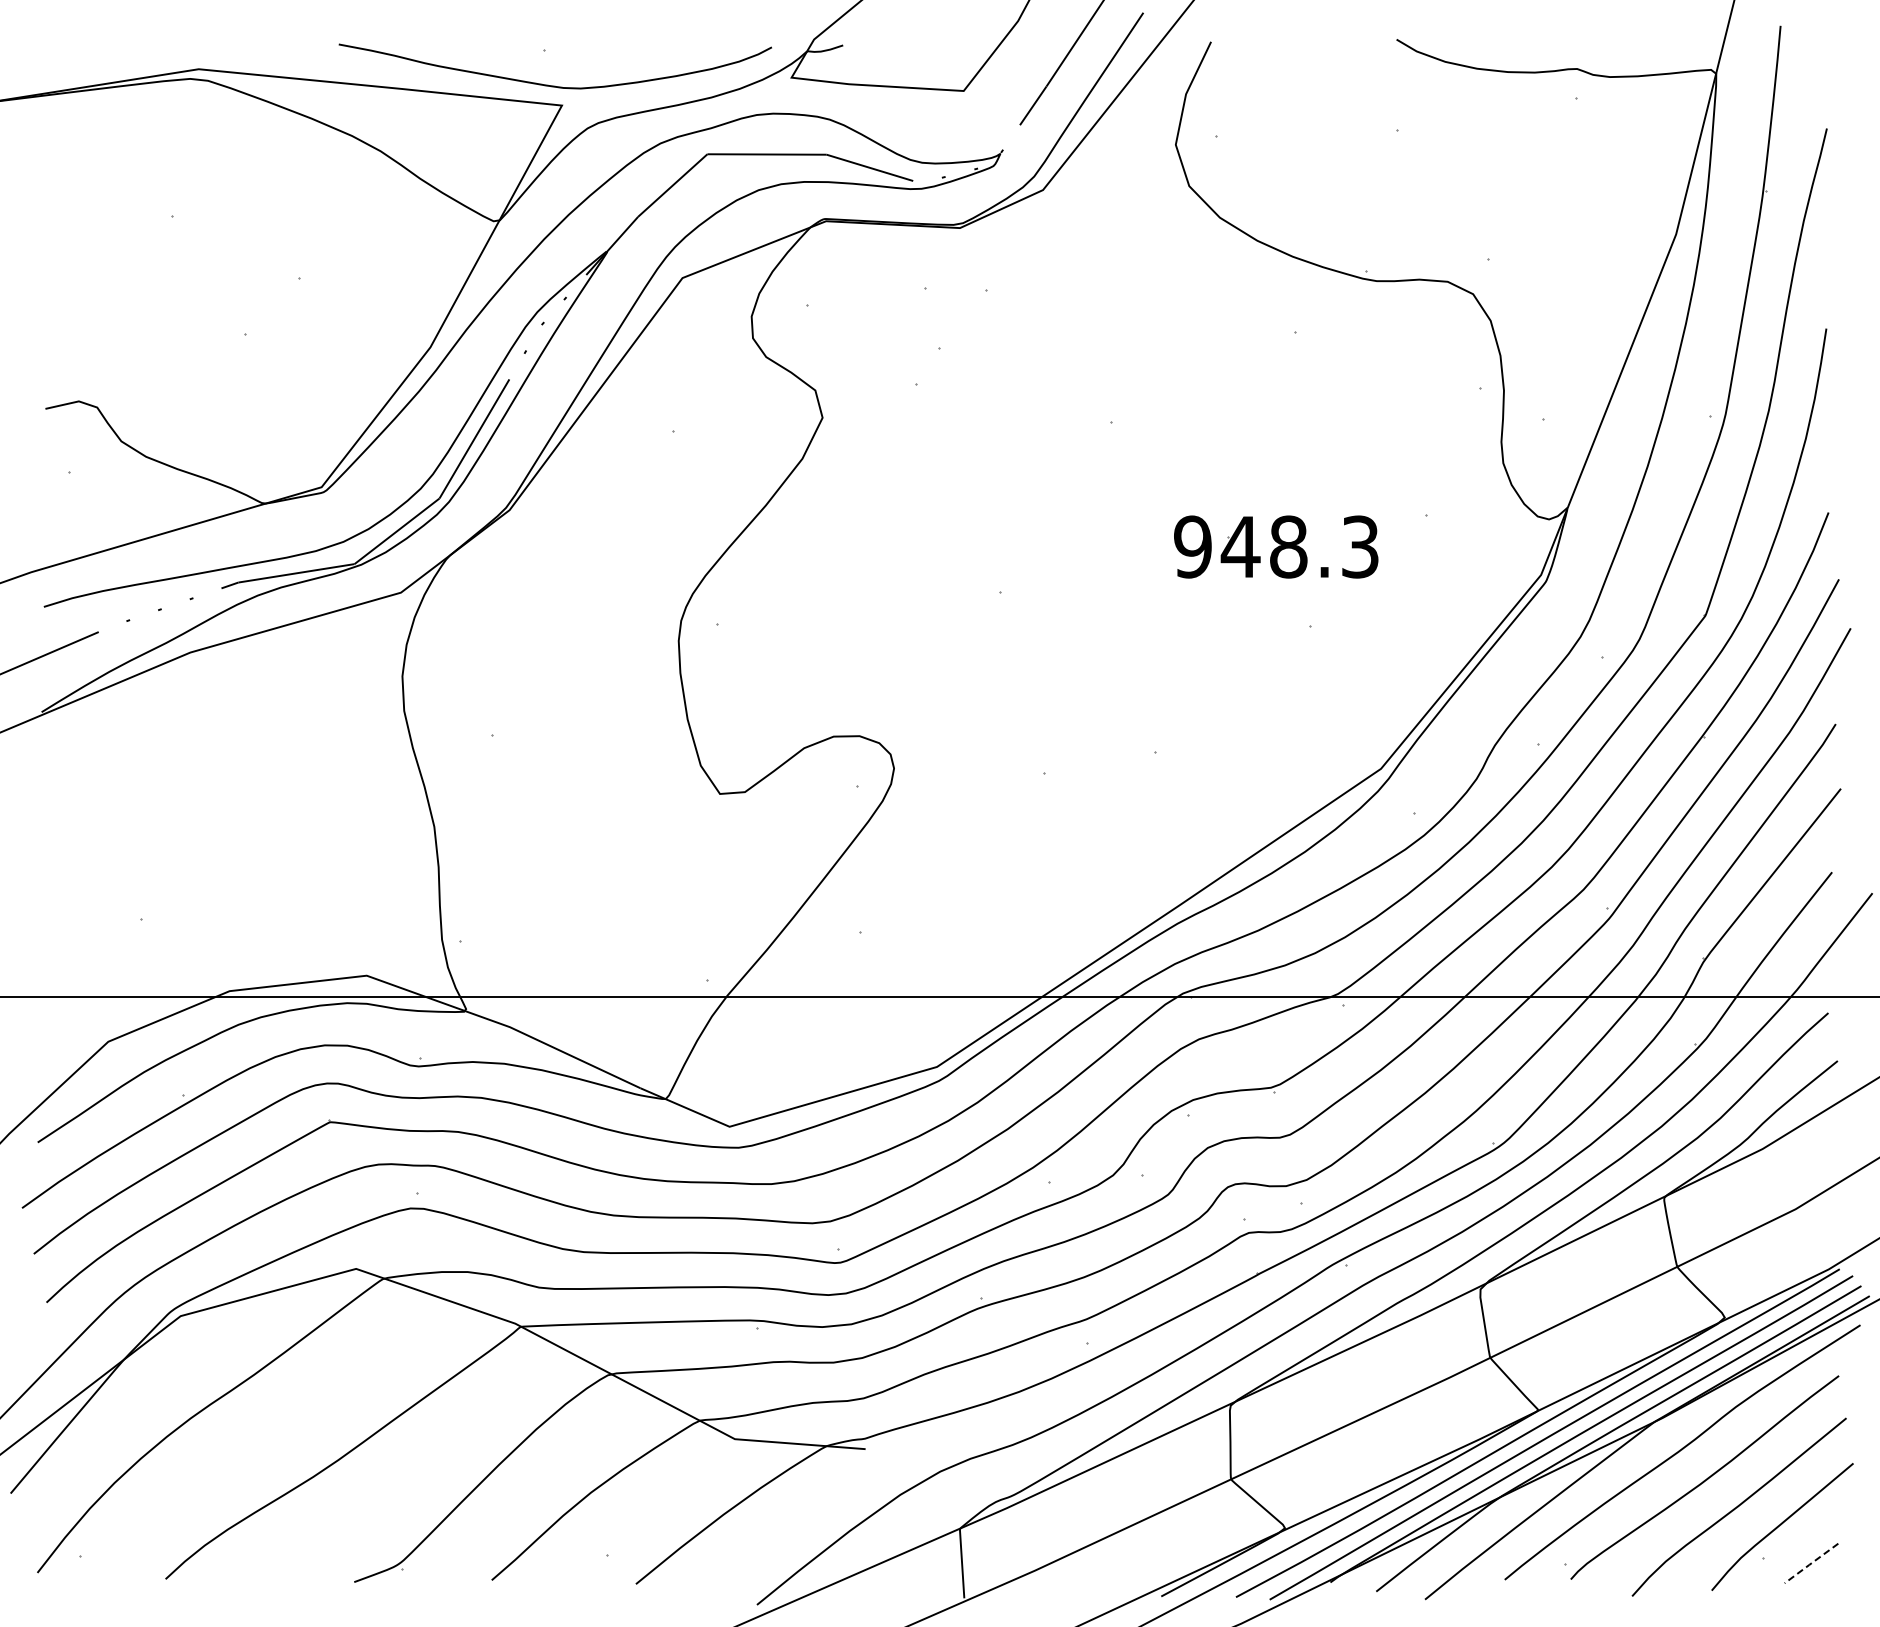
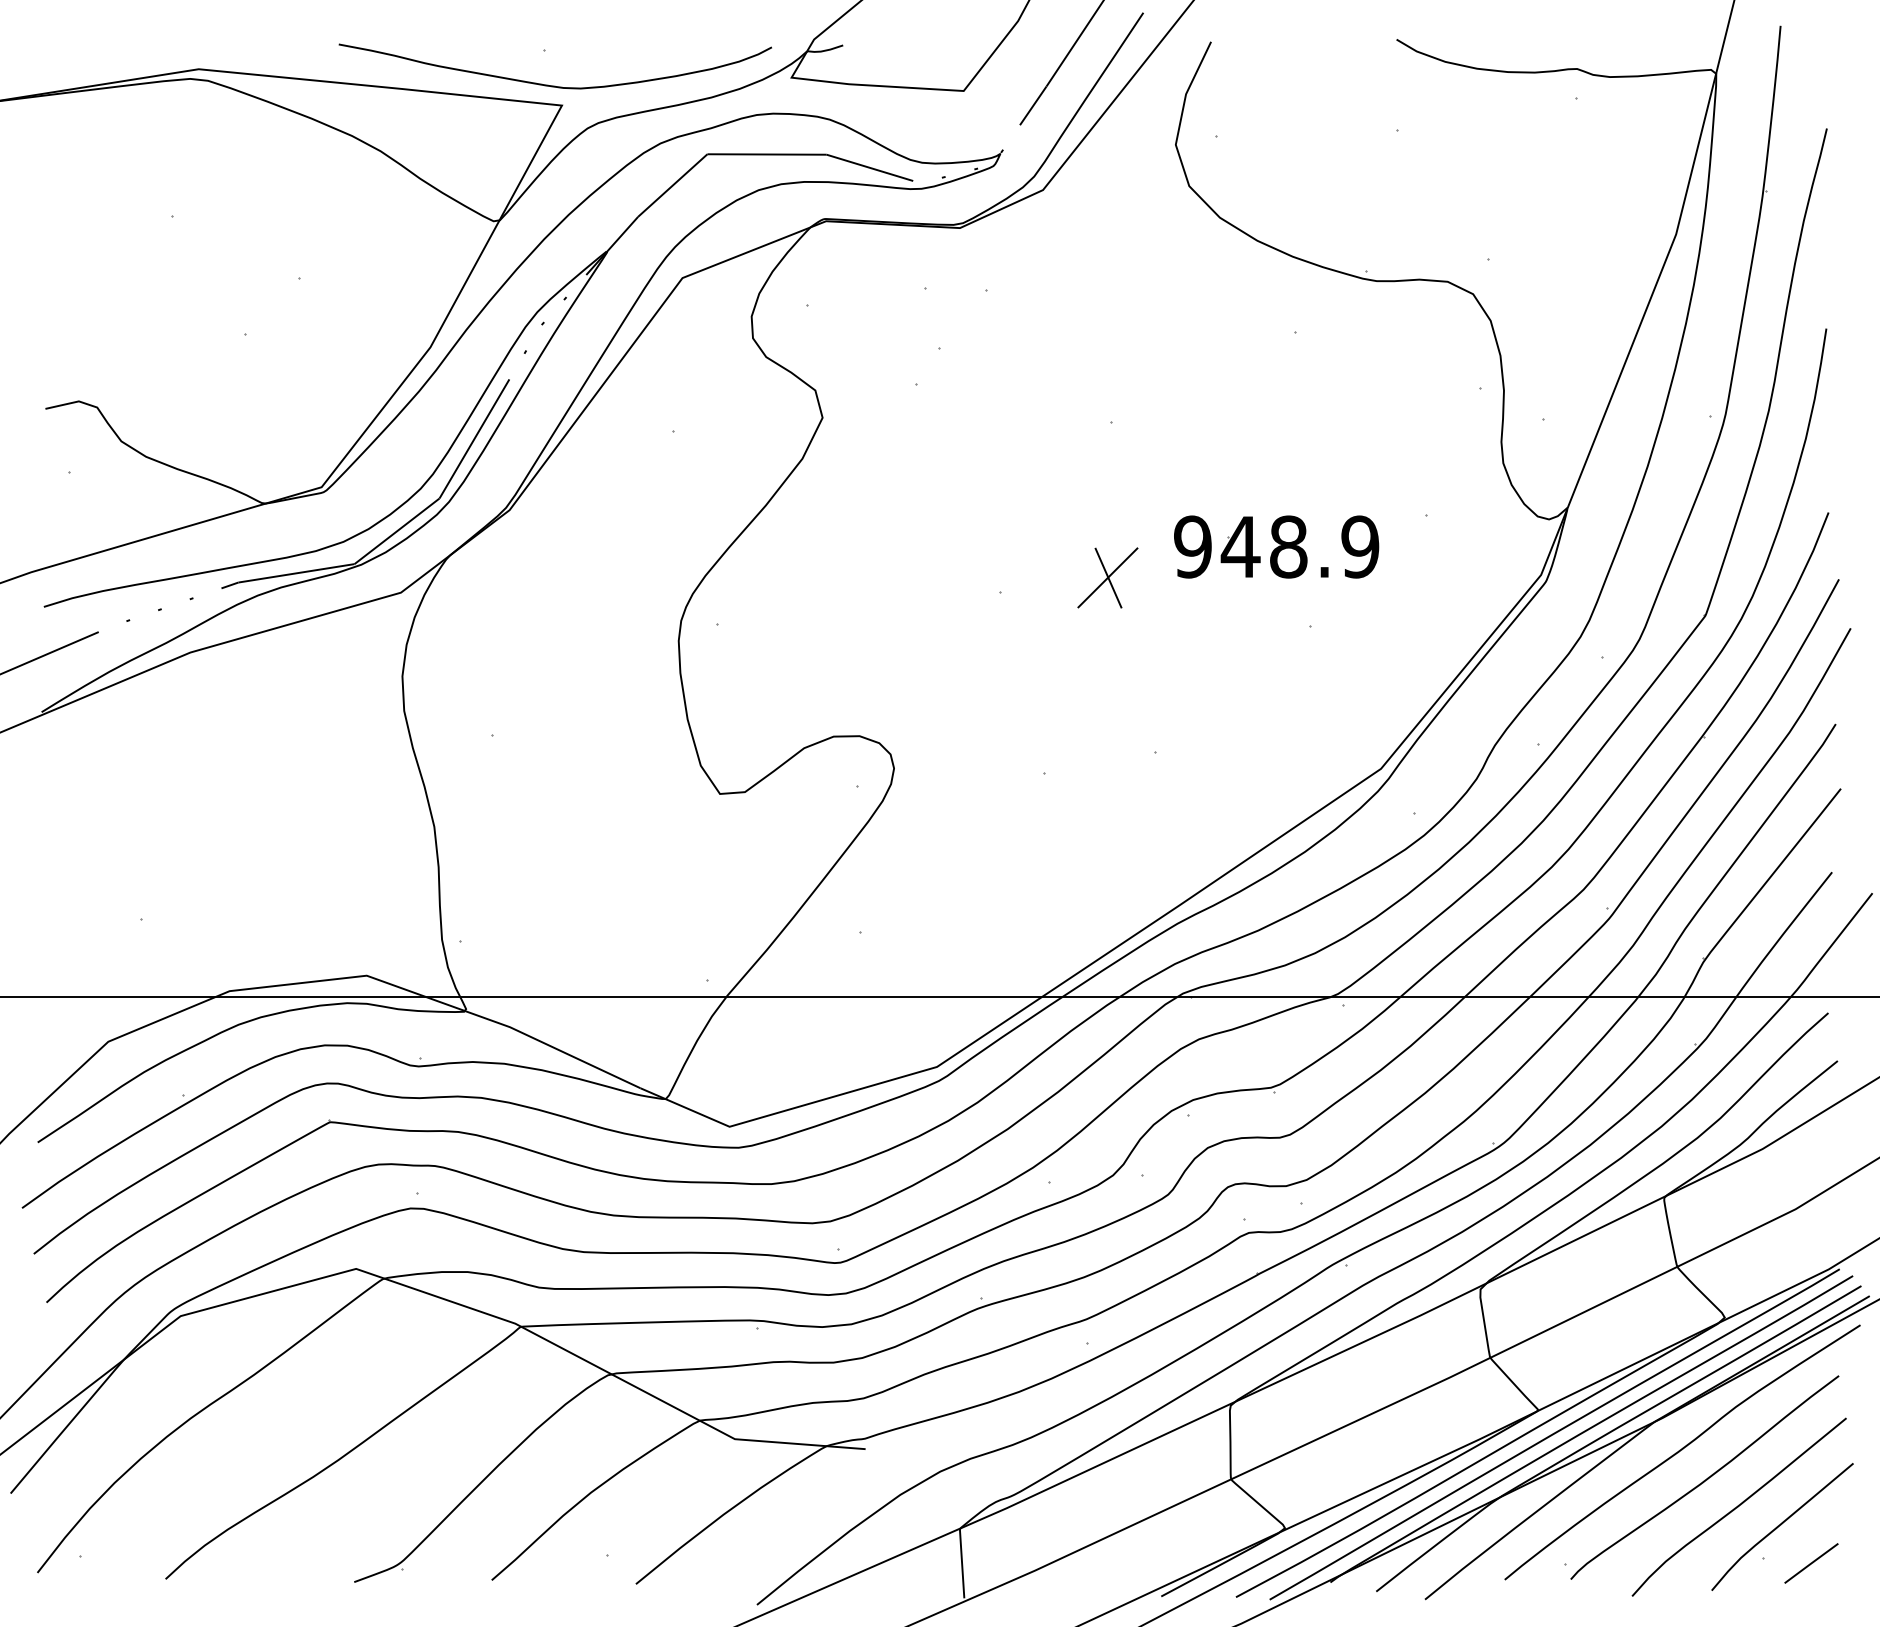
text at (1360, 546): 948.3 -> 948.9
part at (1107, 577): none -> present
line at (1810, 1563): dashed -> solid
